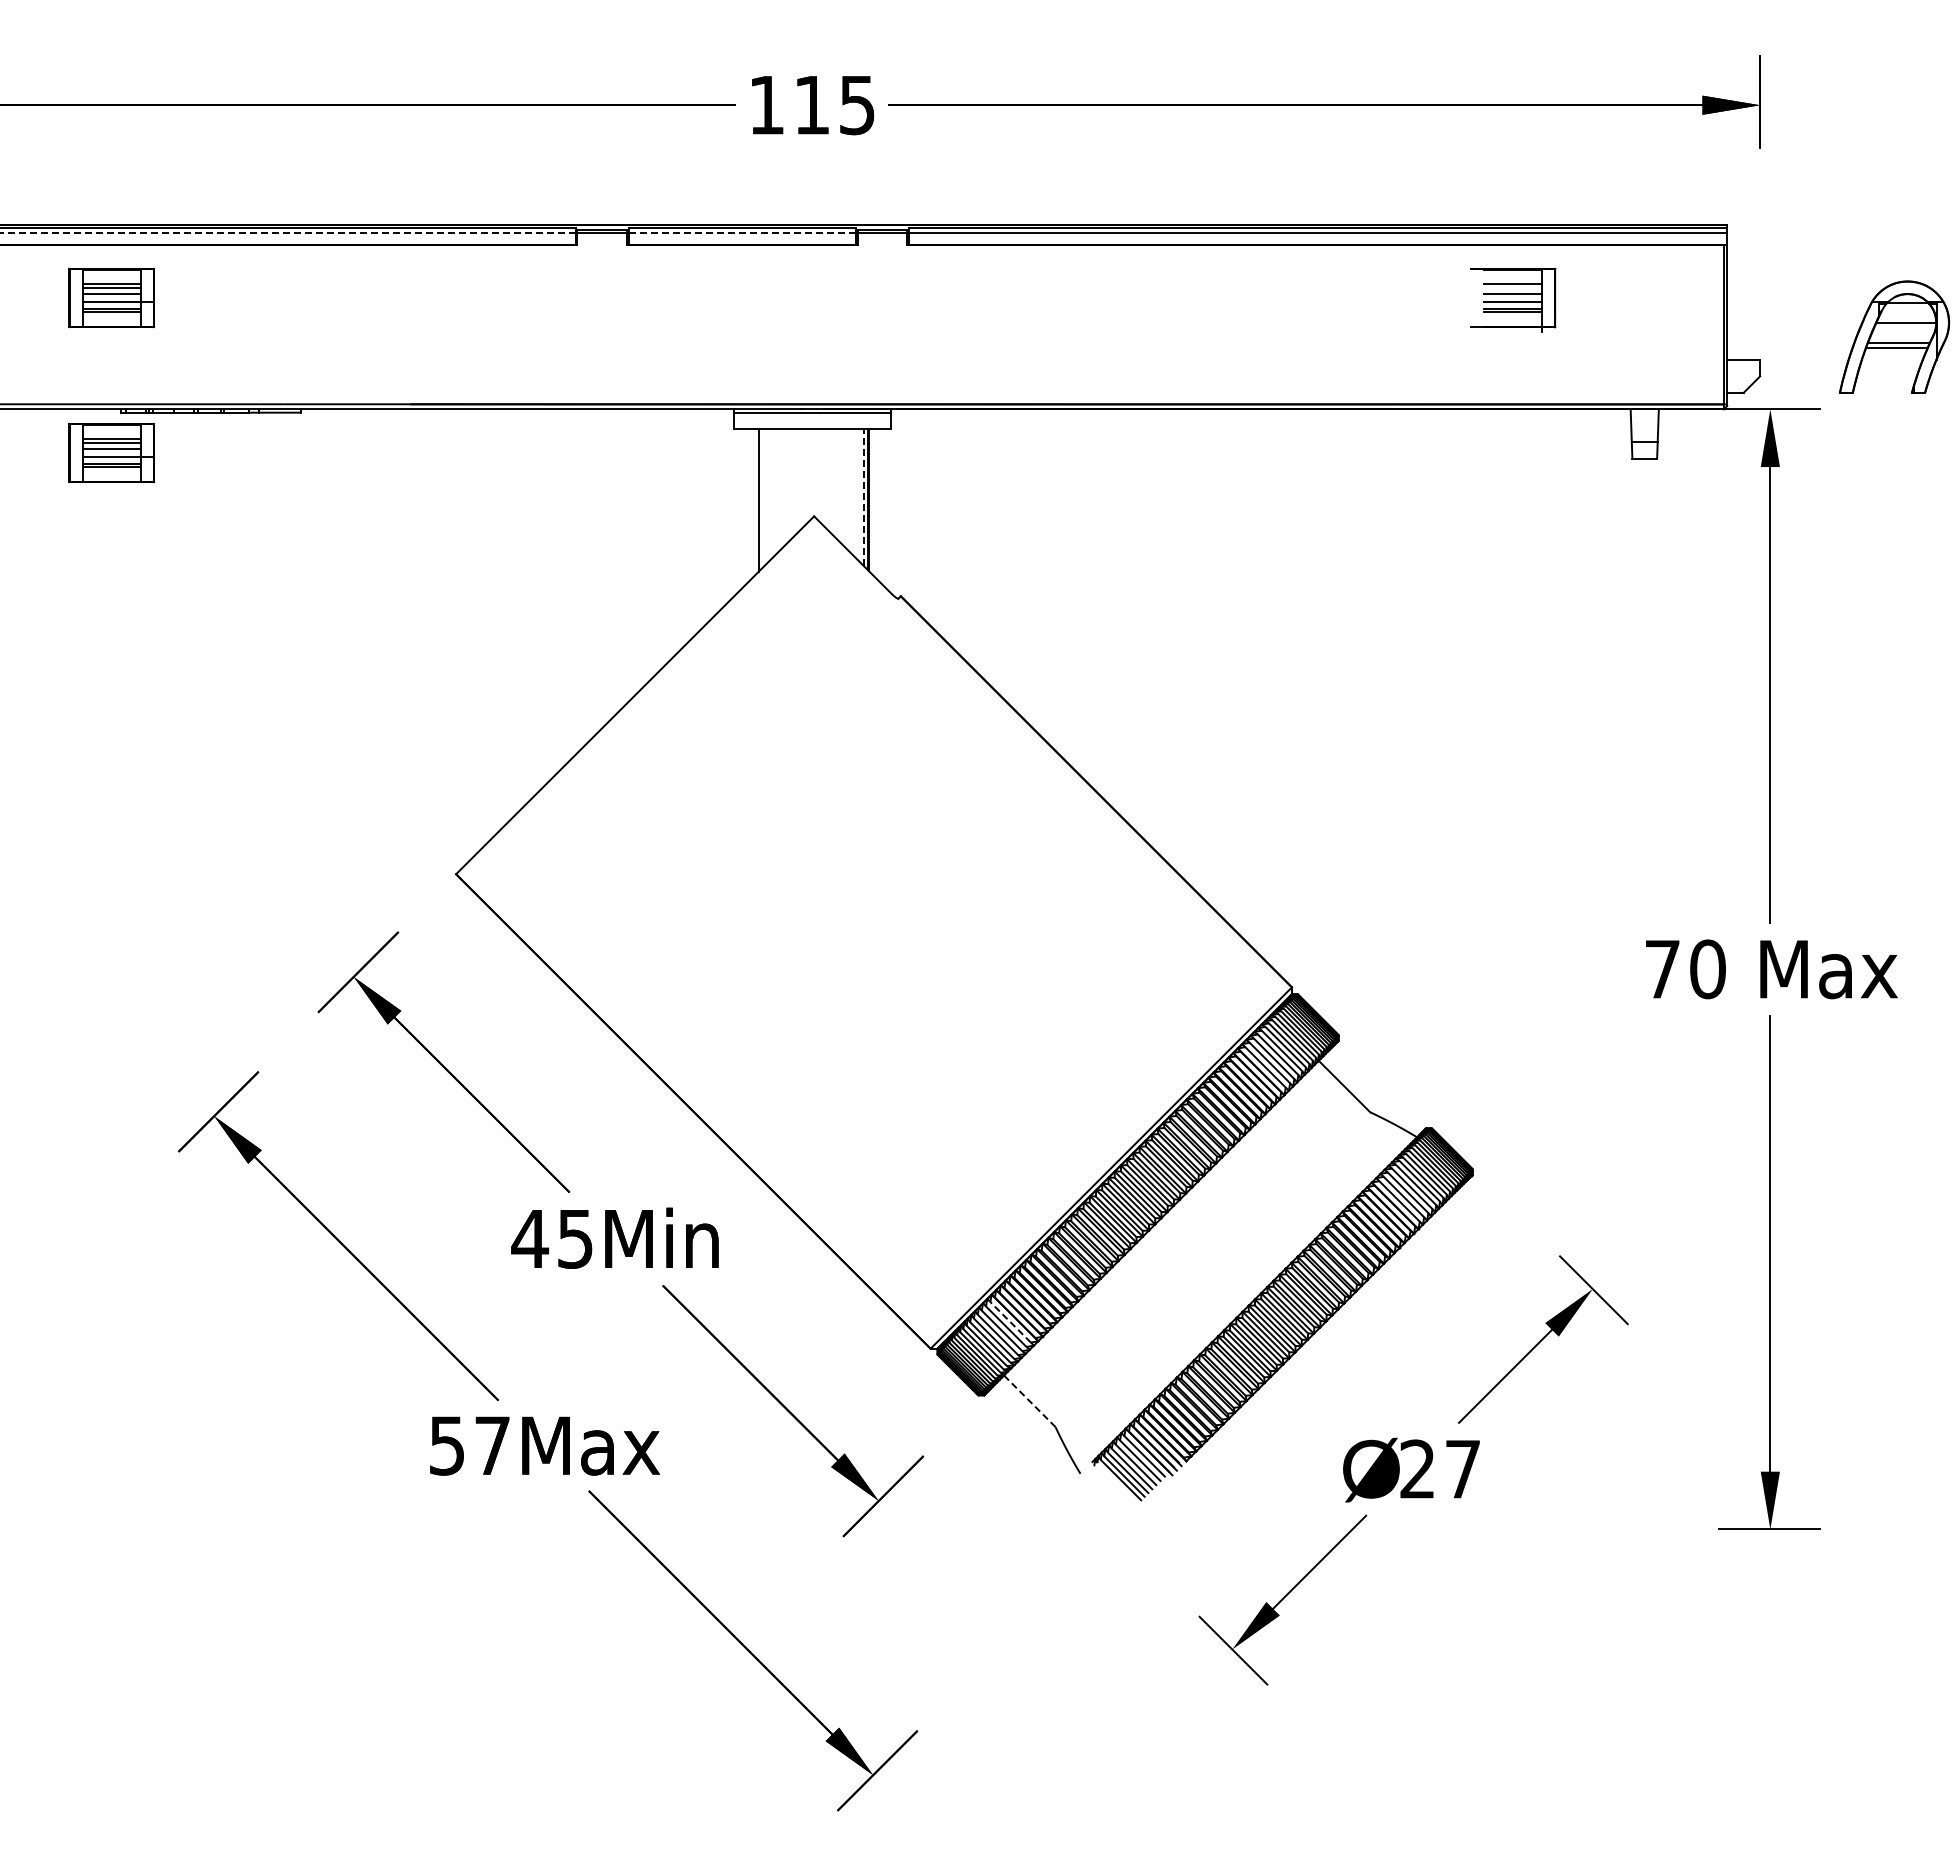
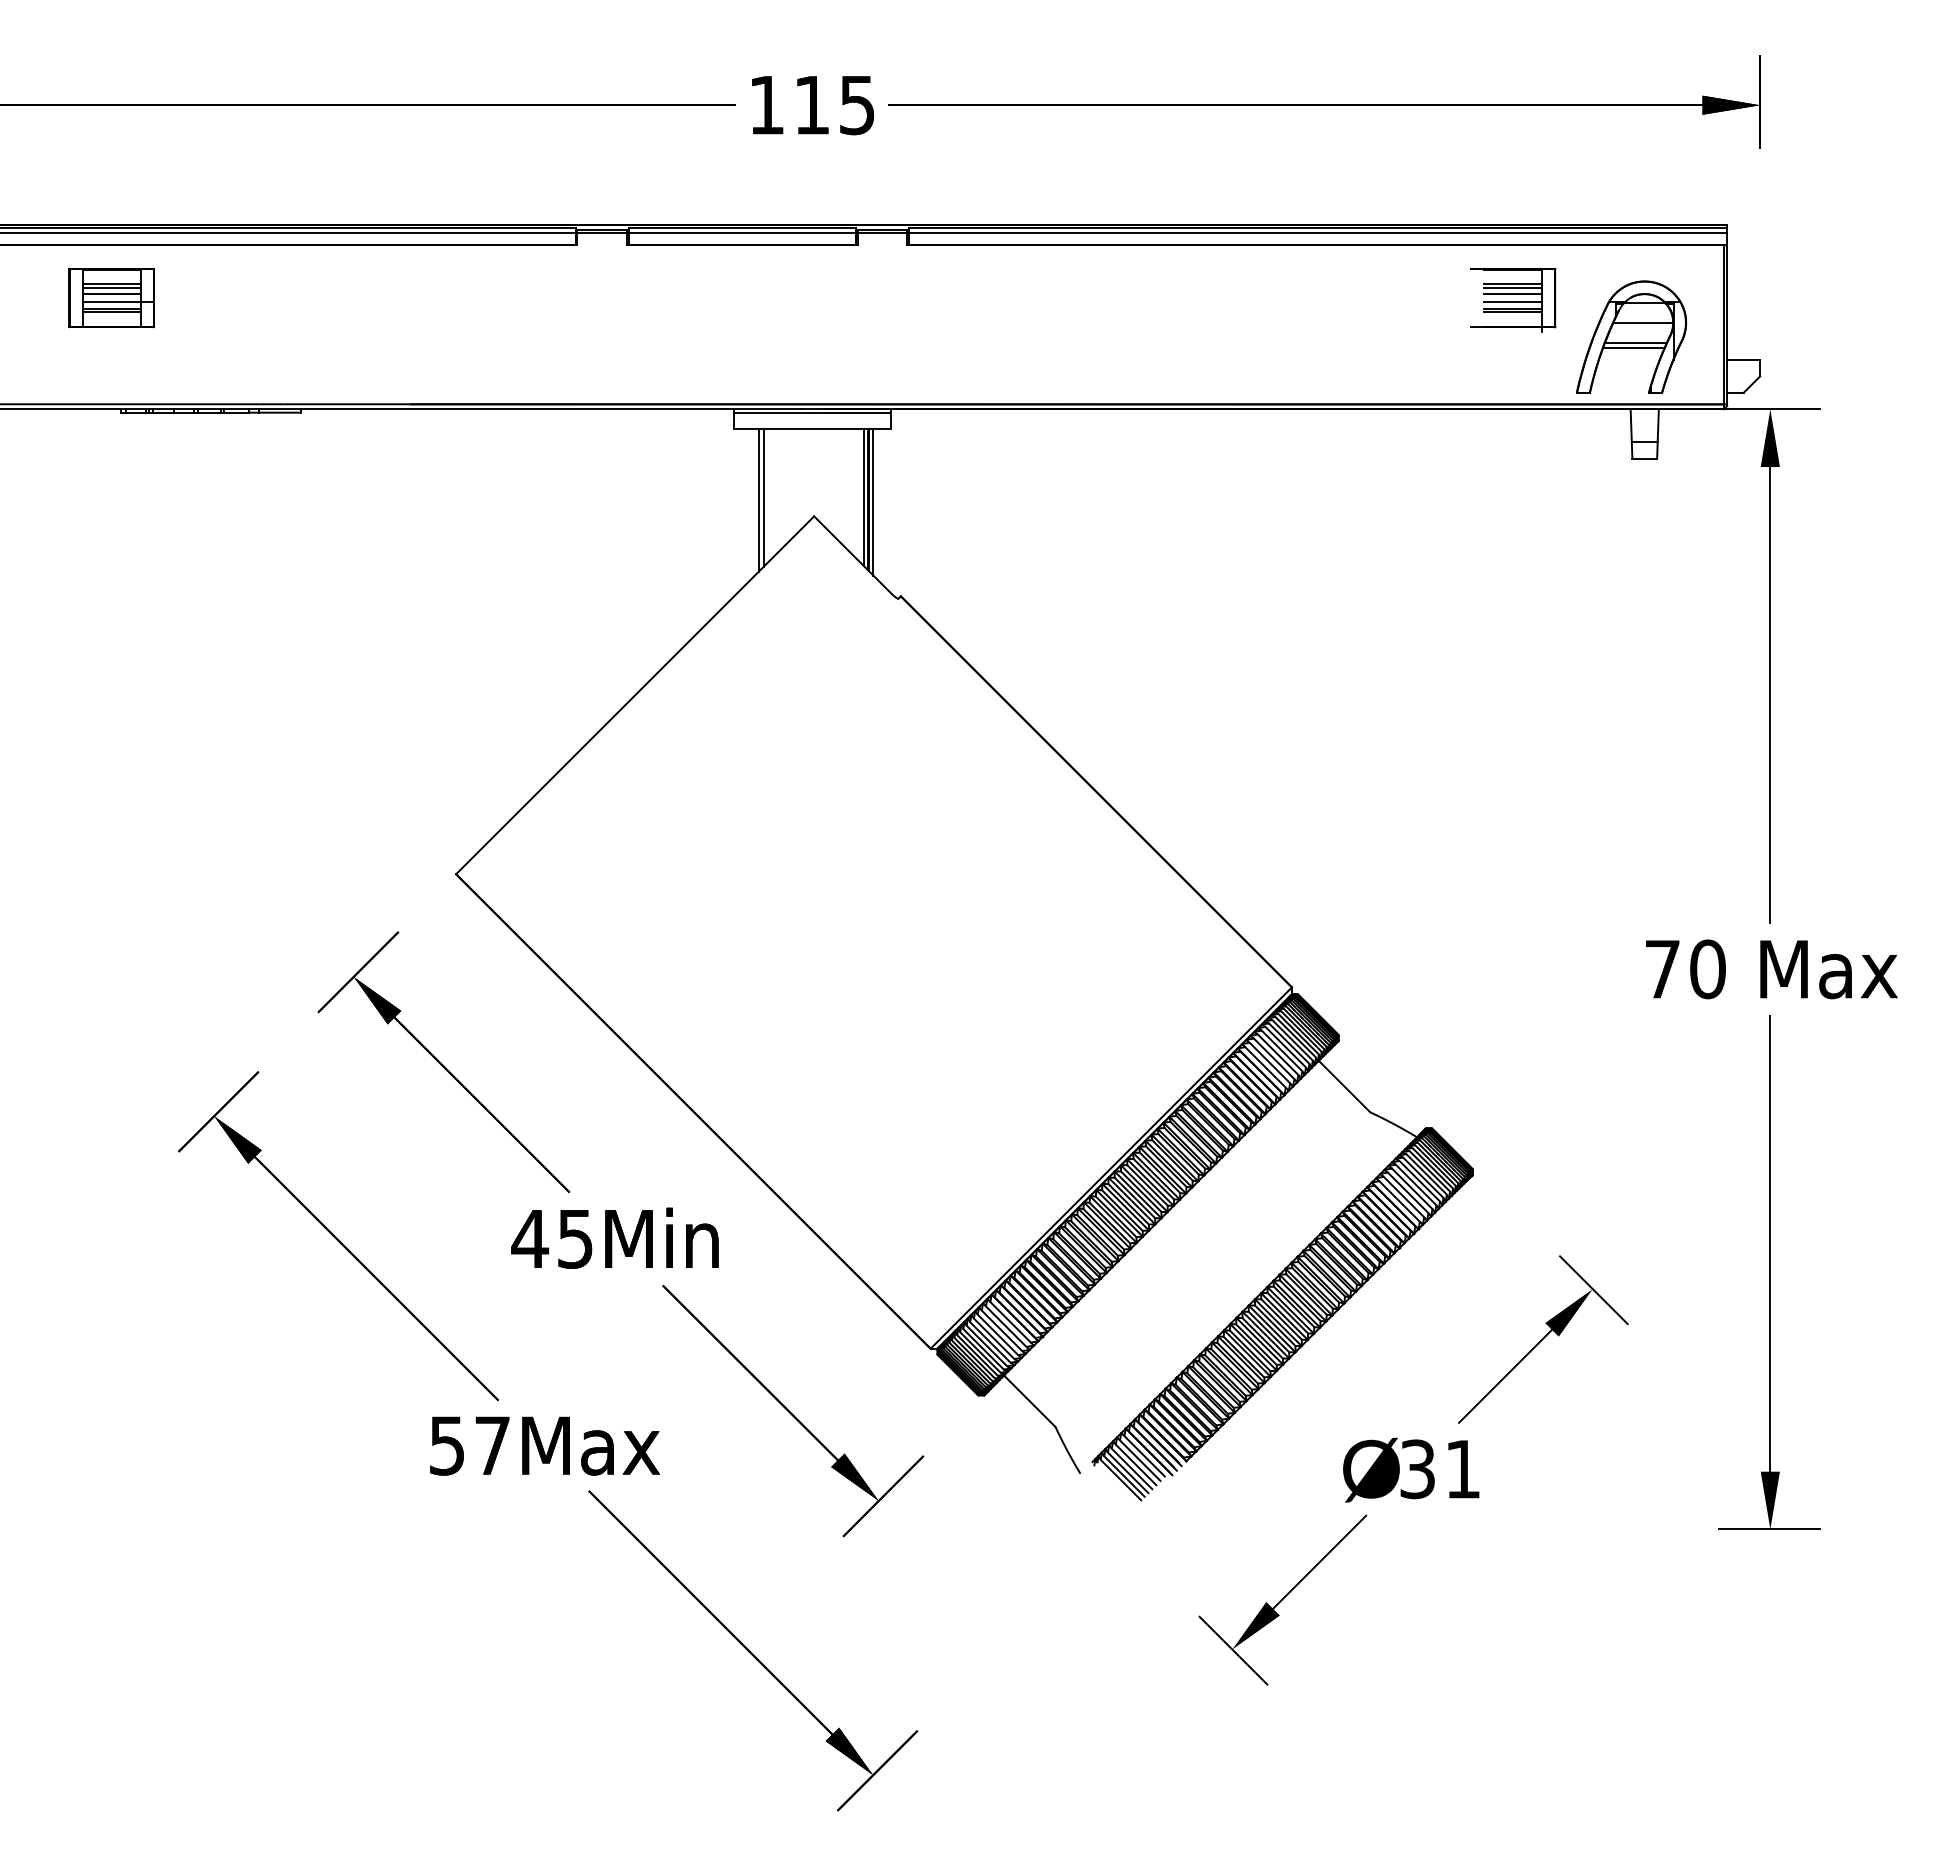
line at (288, 233): dashed -> solid
line at (742, 233): dashed -> solid
line at (1512, 287): none -> present
part at (1894, 336) position: (1894, 336) -> (1631, 336)
part at (111, 452): present -> none
line at (763, 497): none -> present
line at (863, 497): dashed -> solid
line at (873, 502): none -> present
line at (1010, 1322): dashed -> solid
line at (1030, 1401): dashed -> solid
text at (1439, 1469): 27 -> 31
